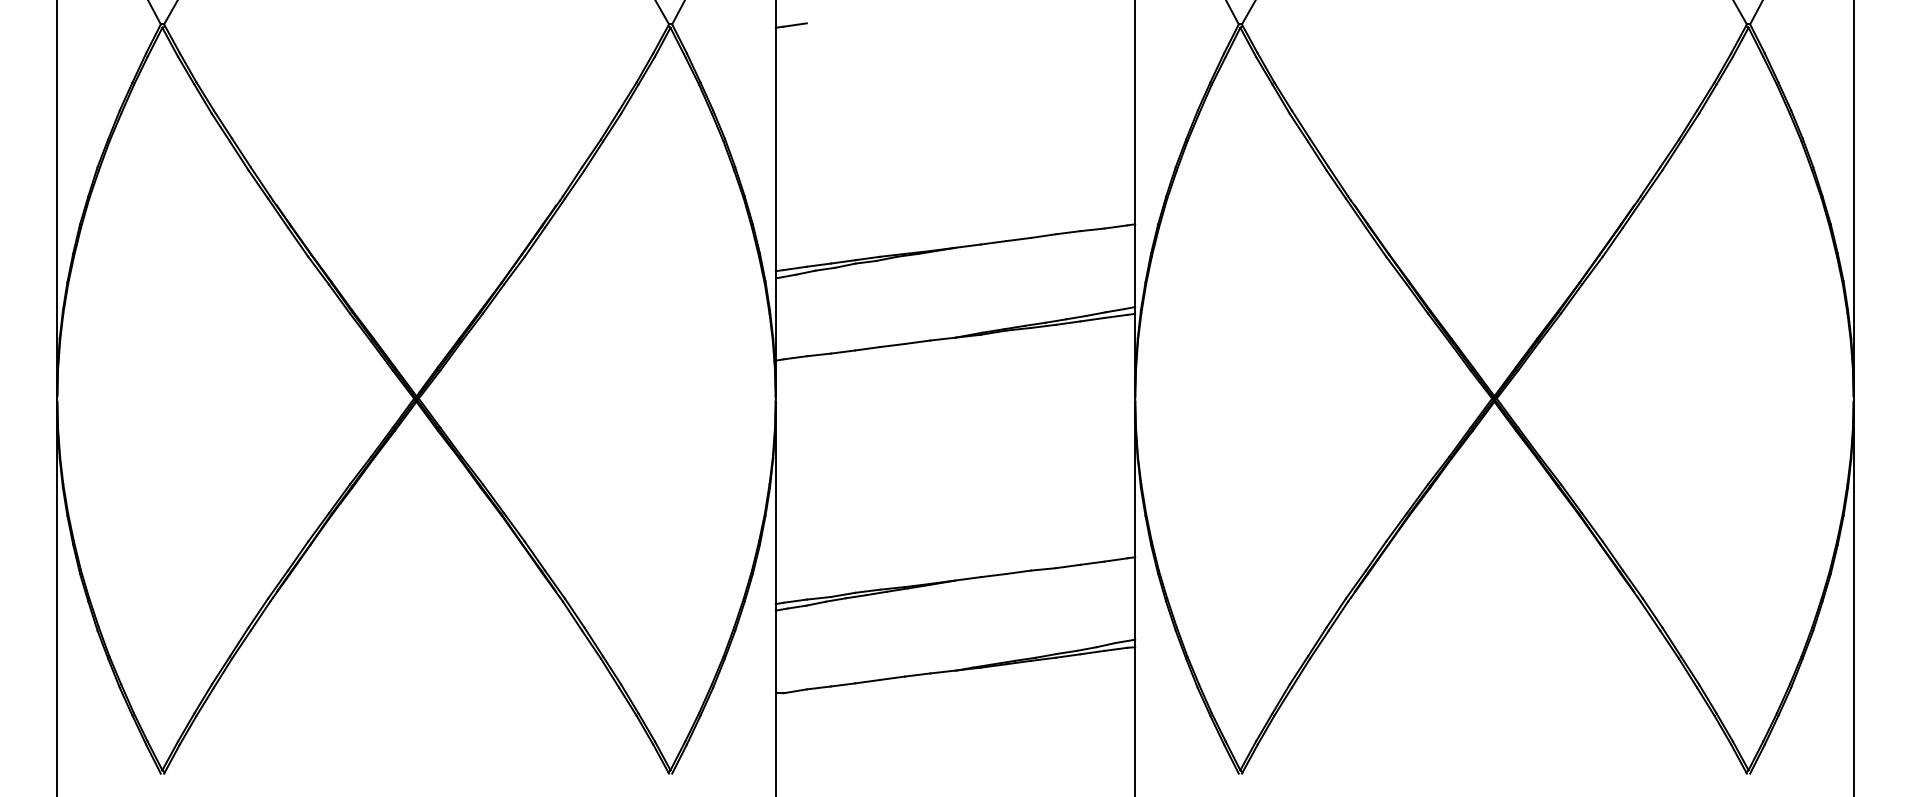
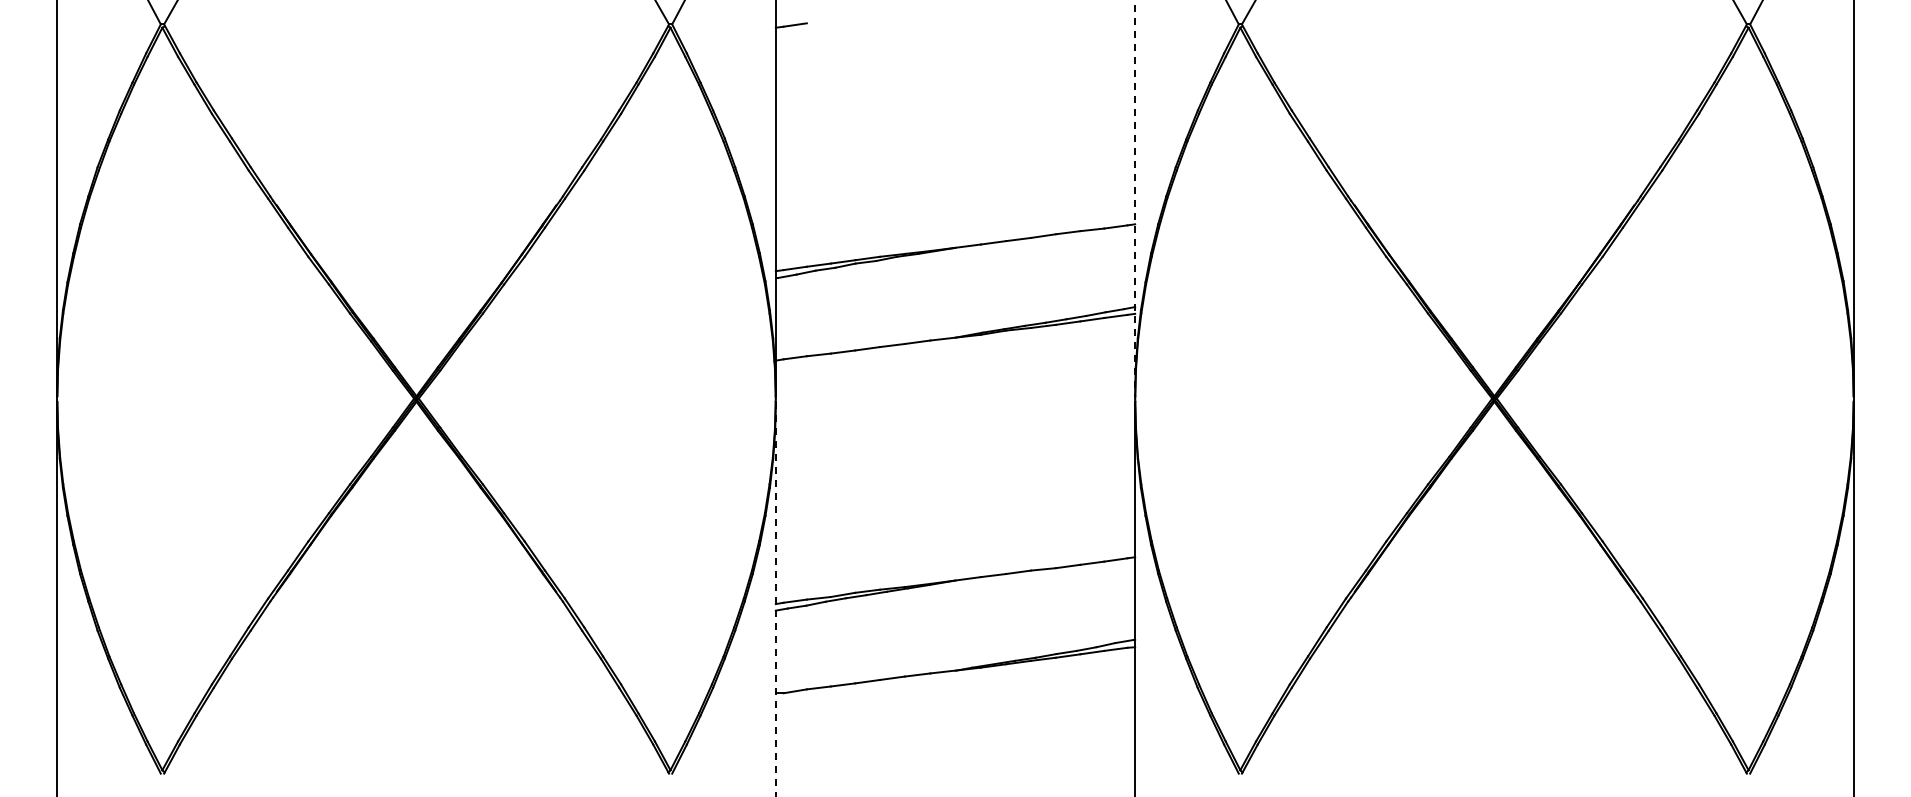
line at (1135, 198): solid -> dashed
line at (775, 599): solid -> dashed
